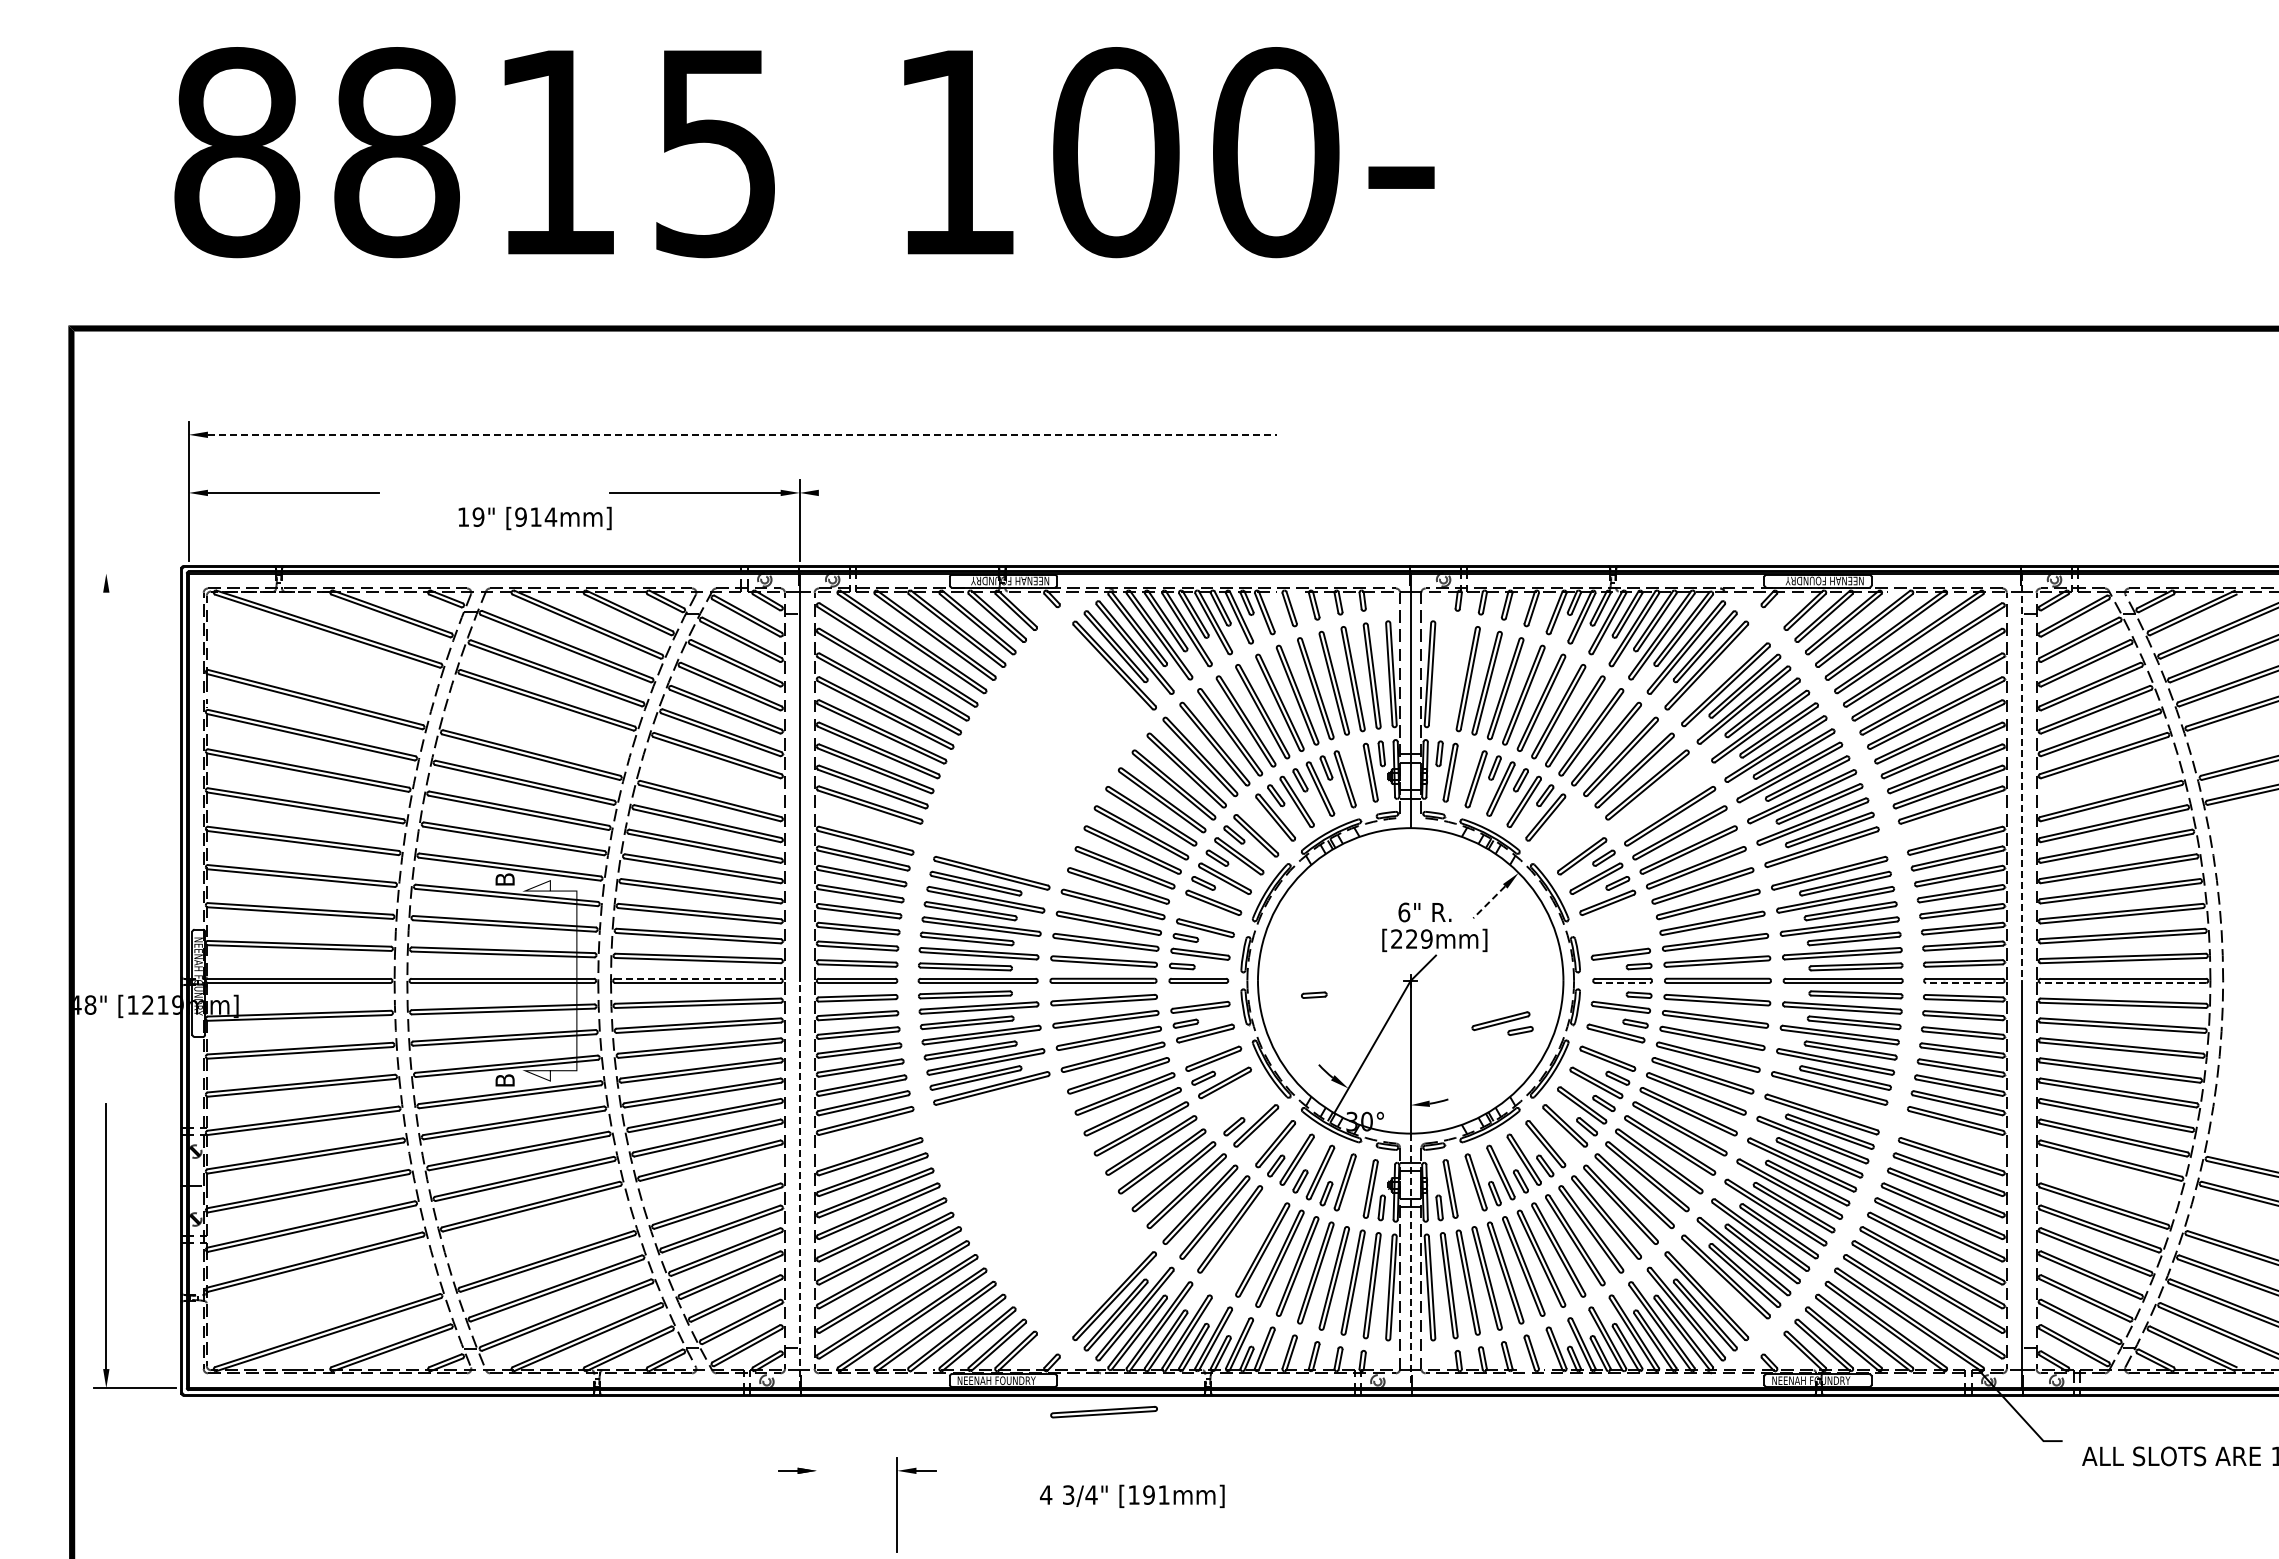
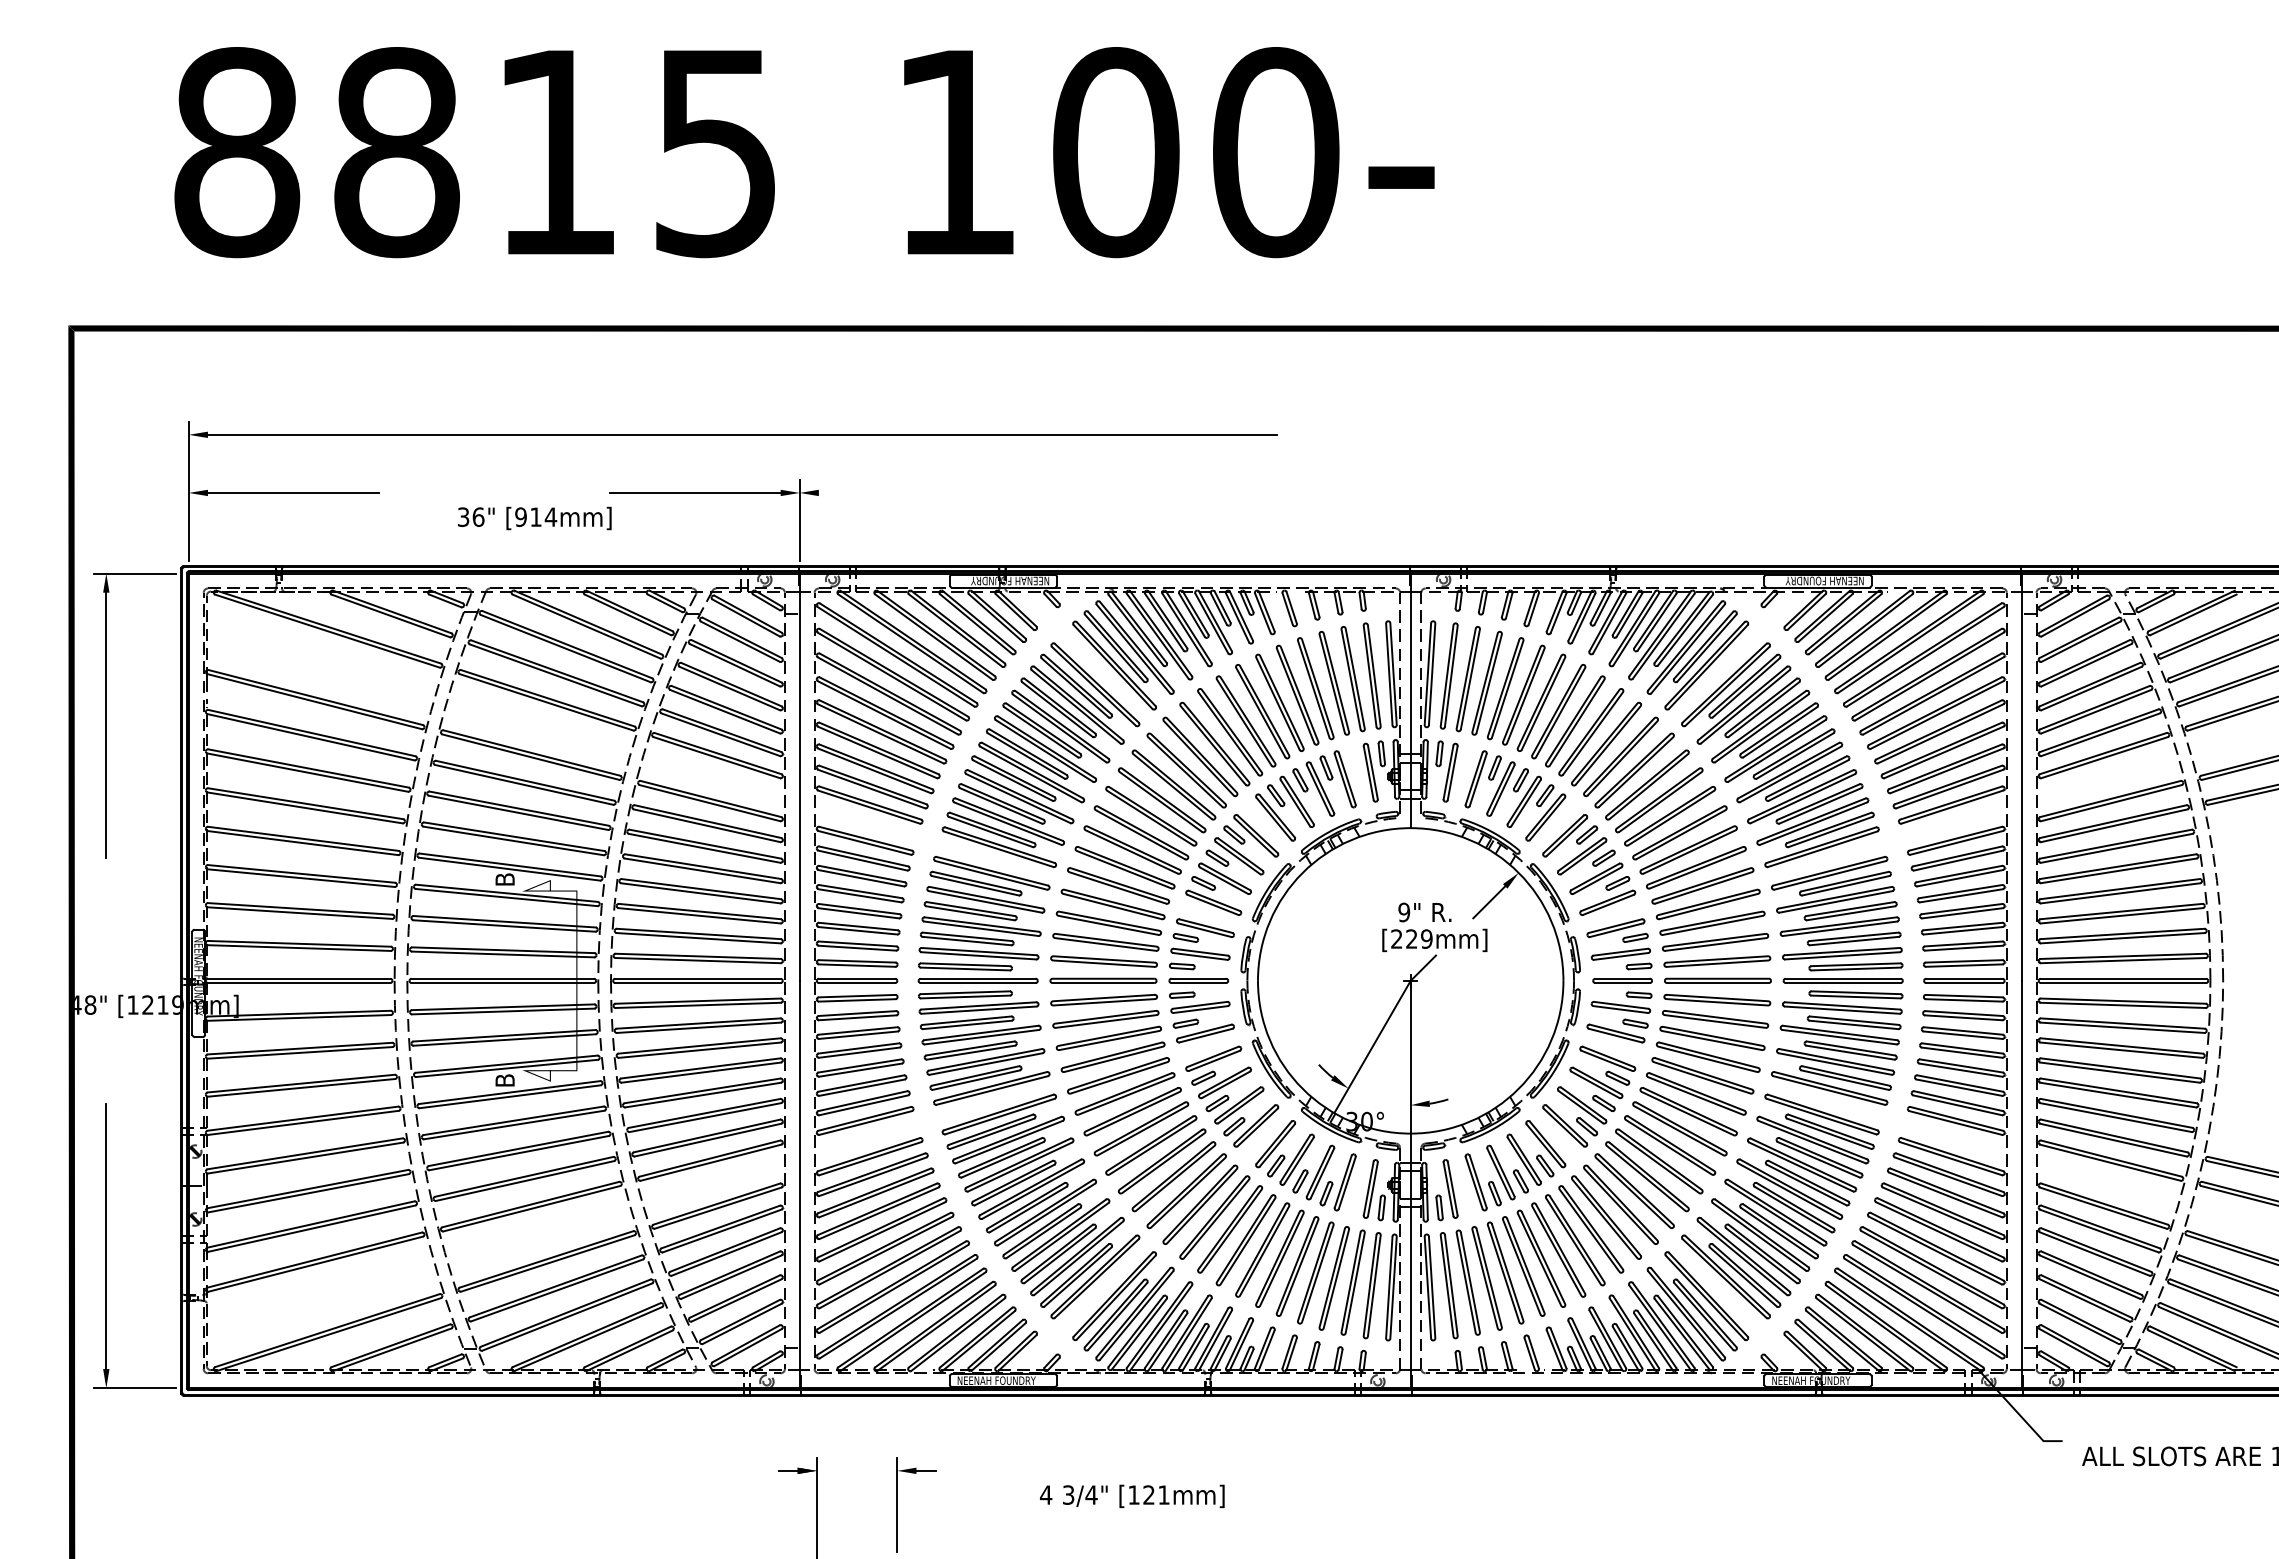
line at (742, 434): dashed -> solid
text at (471, 516): 19" -> 36"
line at (134, 573): none -> present
curve at (1448, 675): none -> present
line at (106, 725): none -> present
part at (1040, 754): none -> present
line at (2021, 777): dashed -> solid
curve at (1660, 800): none -> present
part at (1570, 835): none -> present
line at (1489, 902): dashed -> solid
text at (1404, 912): 6" -> 9"
line at (697, 978): dashed -> solid
line at (1623, 983): dashed -> solid
line at (1963, 983): dashed -> solid
line at (2123, 983): dashed -> solid
part at (1314, 994) position: (1314, 994) -> (1182, 994)
part at (1502, 1023) position: (1502, 1023) -> (1617, 930)
part at (1234, 1105): none -> present
line at (799, 1184): dashed -> solid
part at (1040, 1206): none -> present
curve at (1245, 1239): none -> present
line at (1410, 1261): dashed -> solid
curve at (1103, 1413): present -> none
text at (1148, 1494): [191mm] -> [121mm]
line at (816, 1506): none -> present
